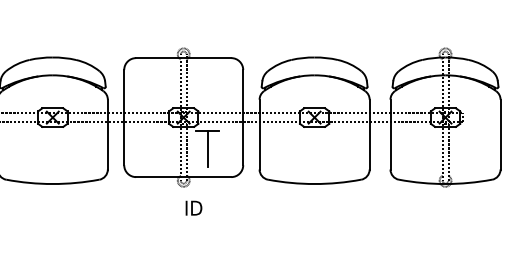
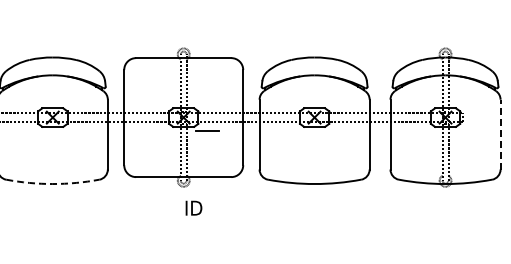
line at (500, 134): solid -> dashed
line at (207, 148): present -> none
arc at (52, 184): solid -> dashed
